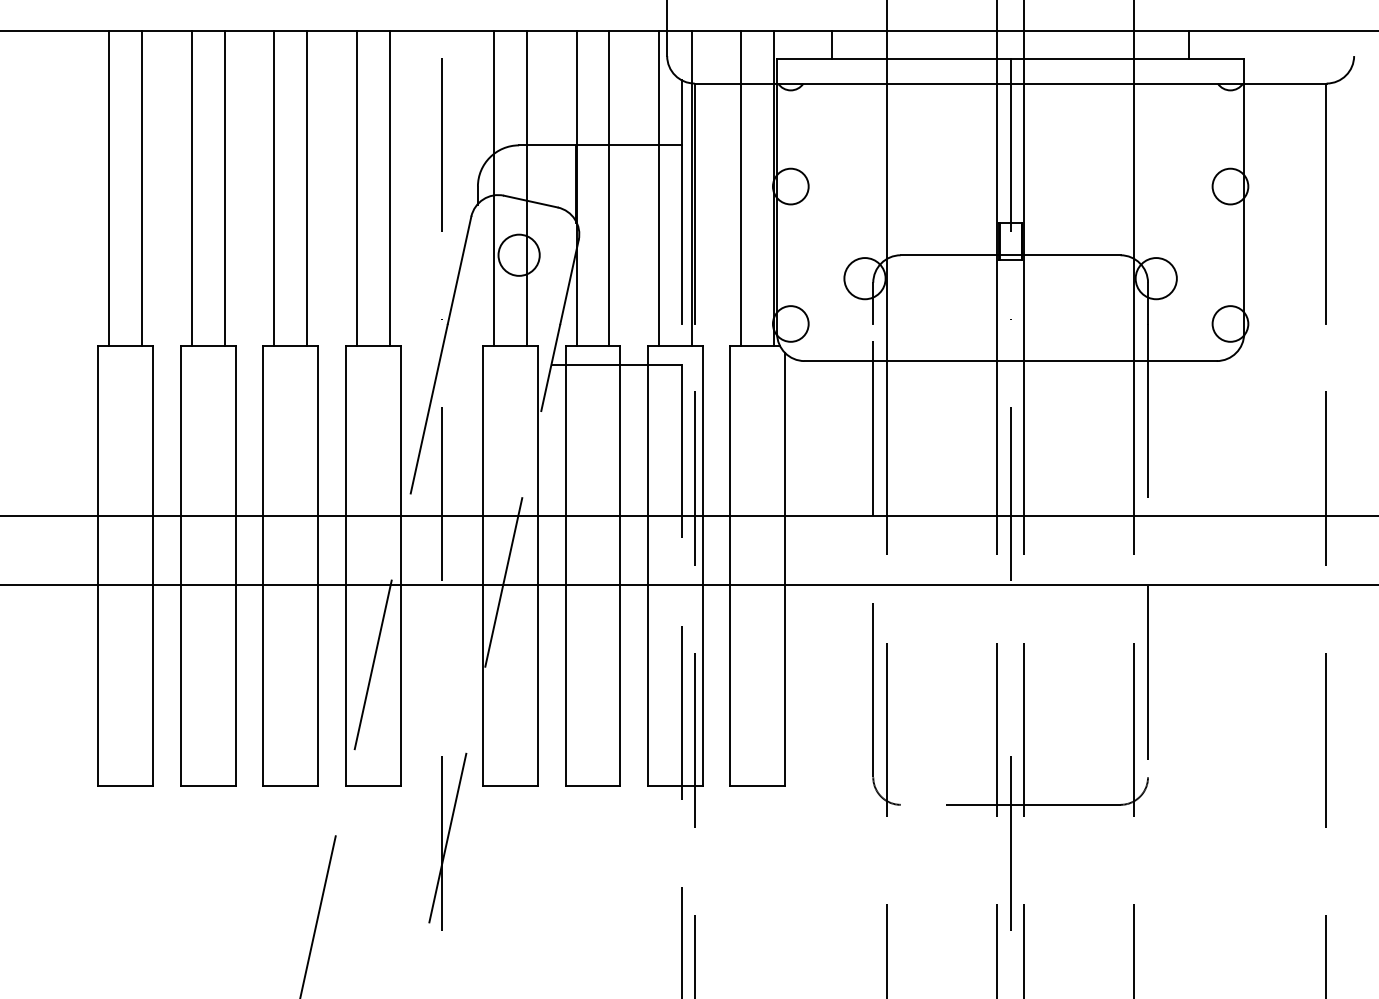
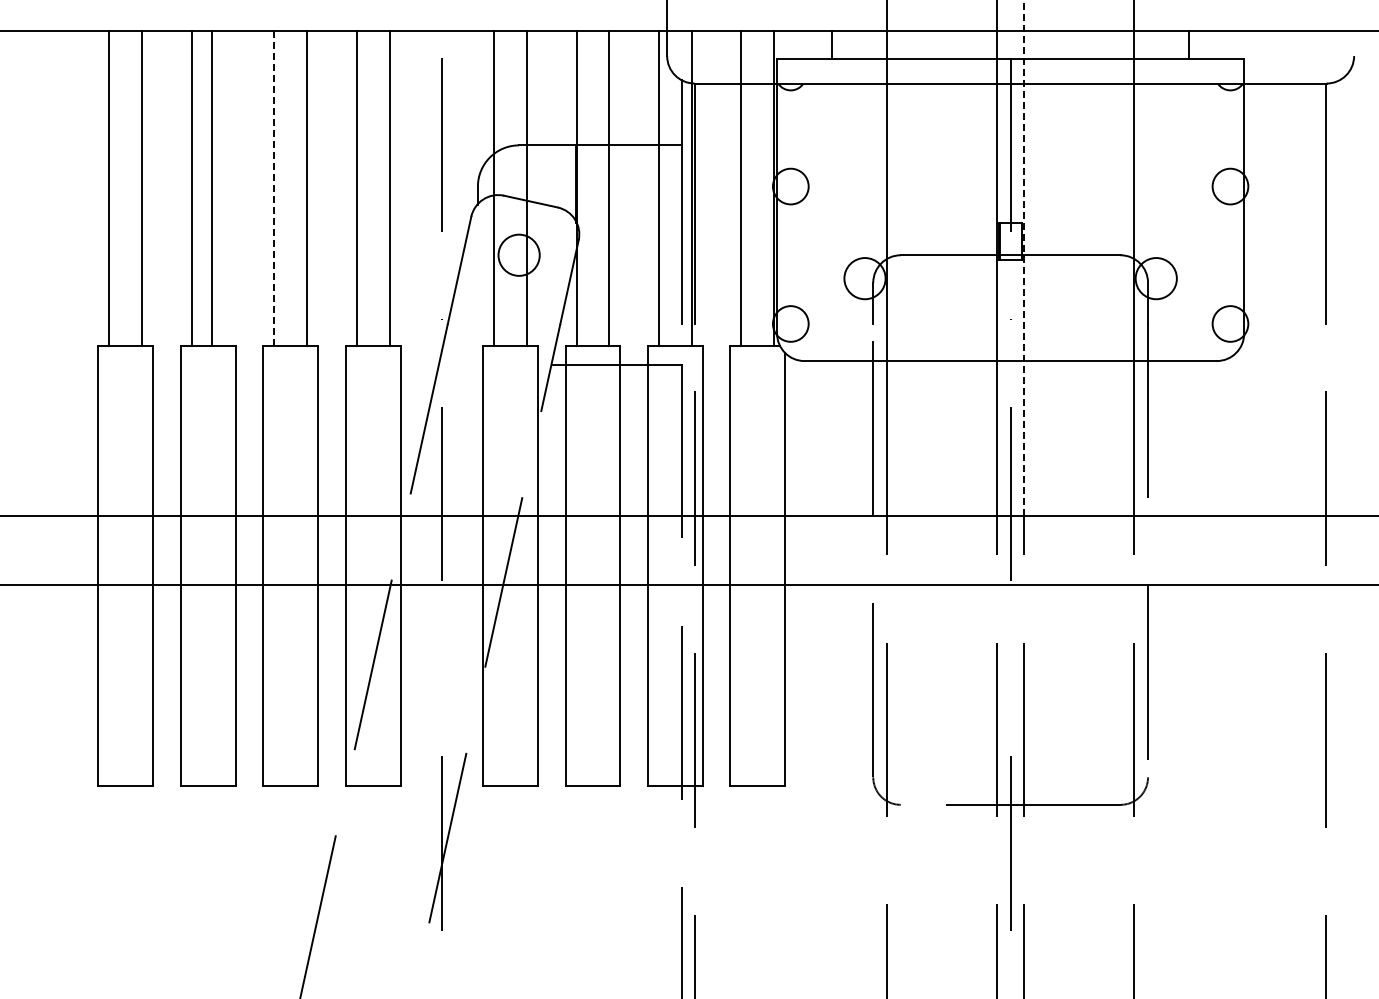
line at (224, 188) position: (224, 188) -> (211, 188)
line at (274, 189): solid -> dashed
line at (1024, 258): solid -> dashed
